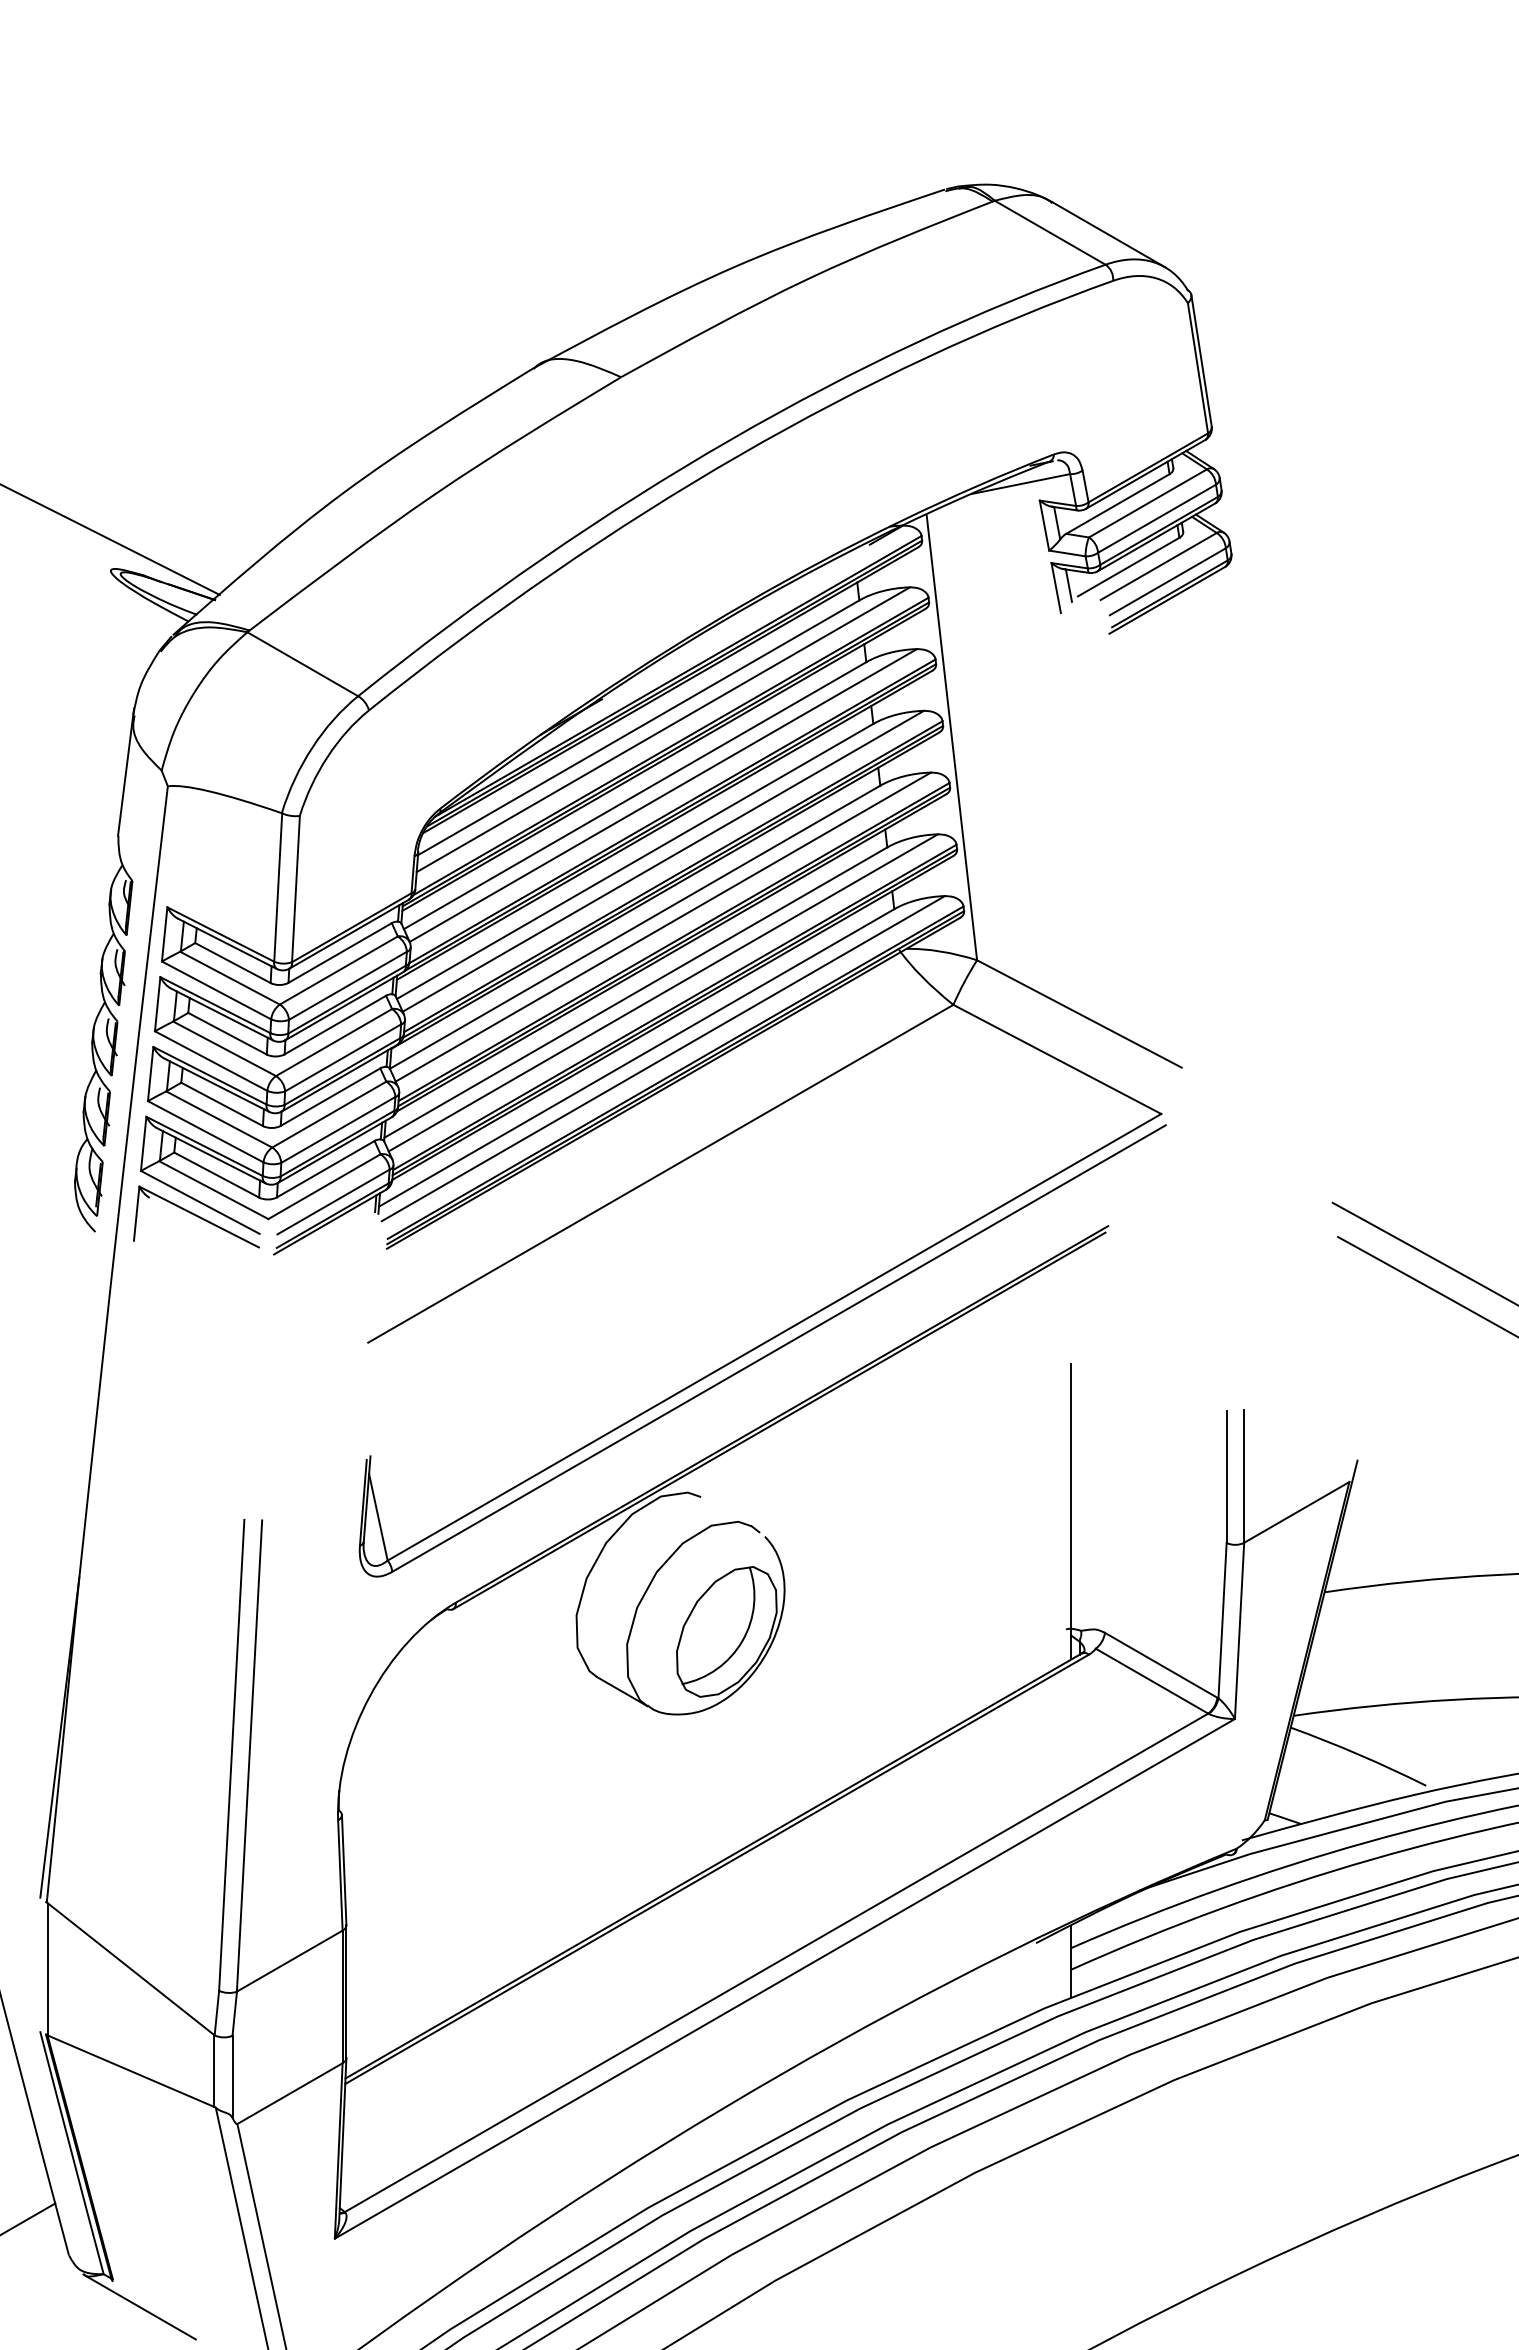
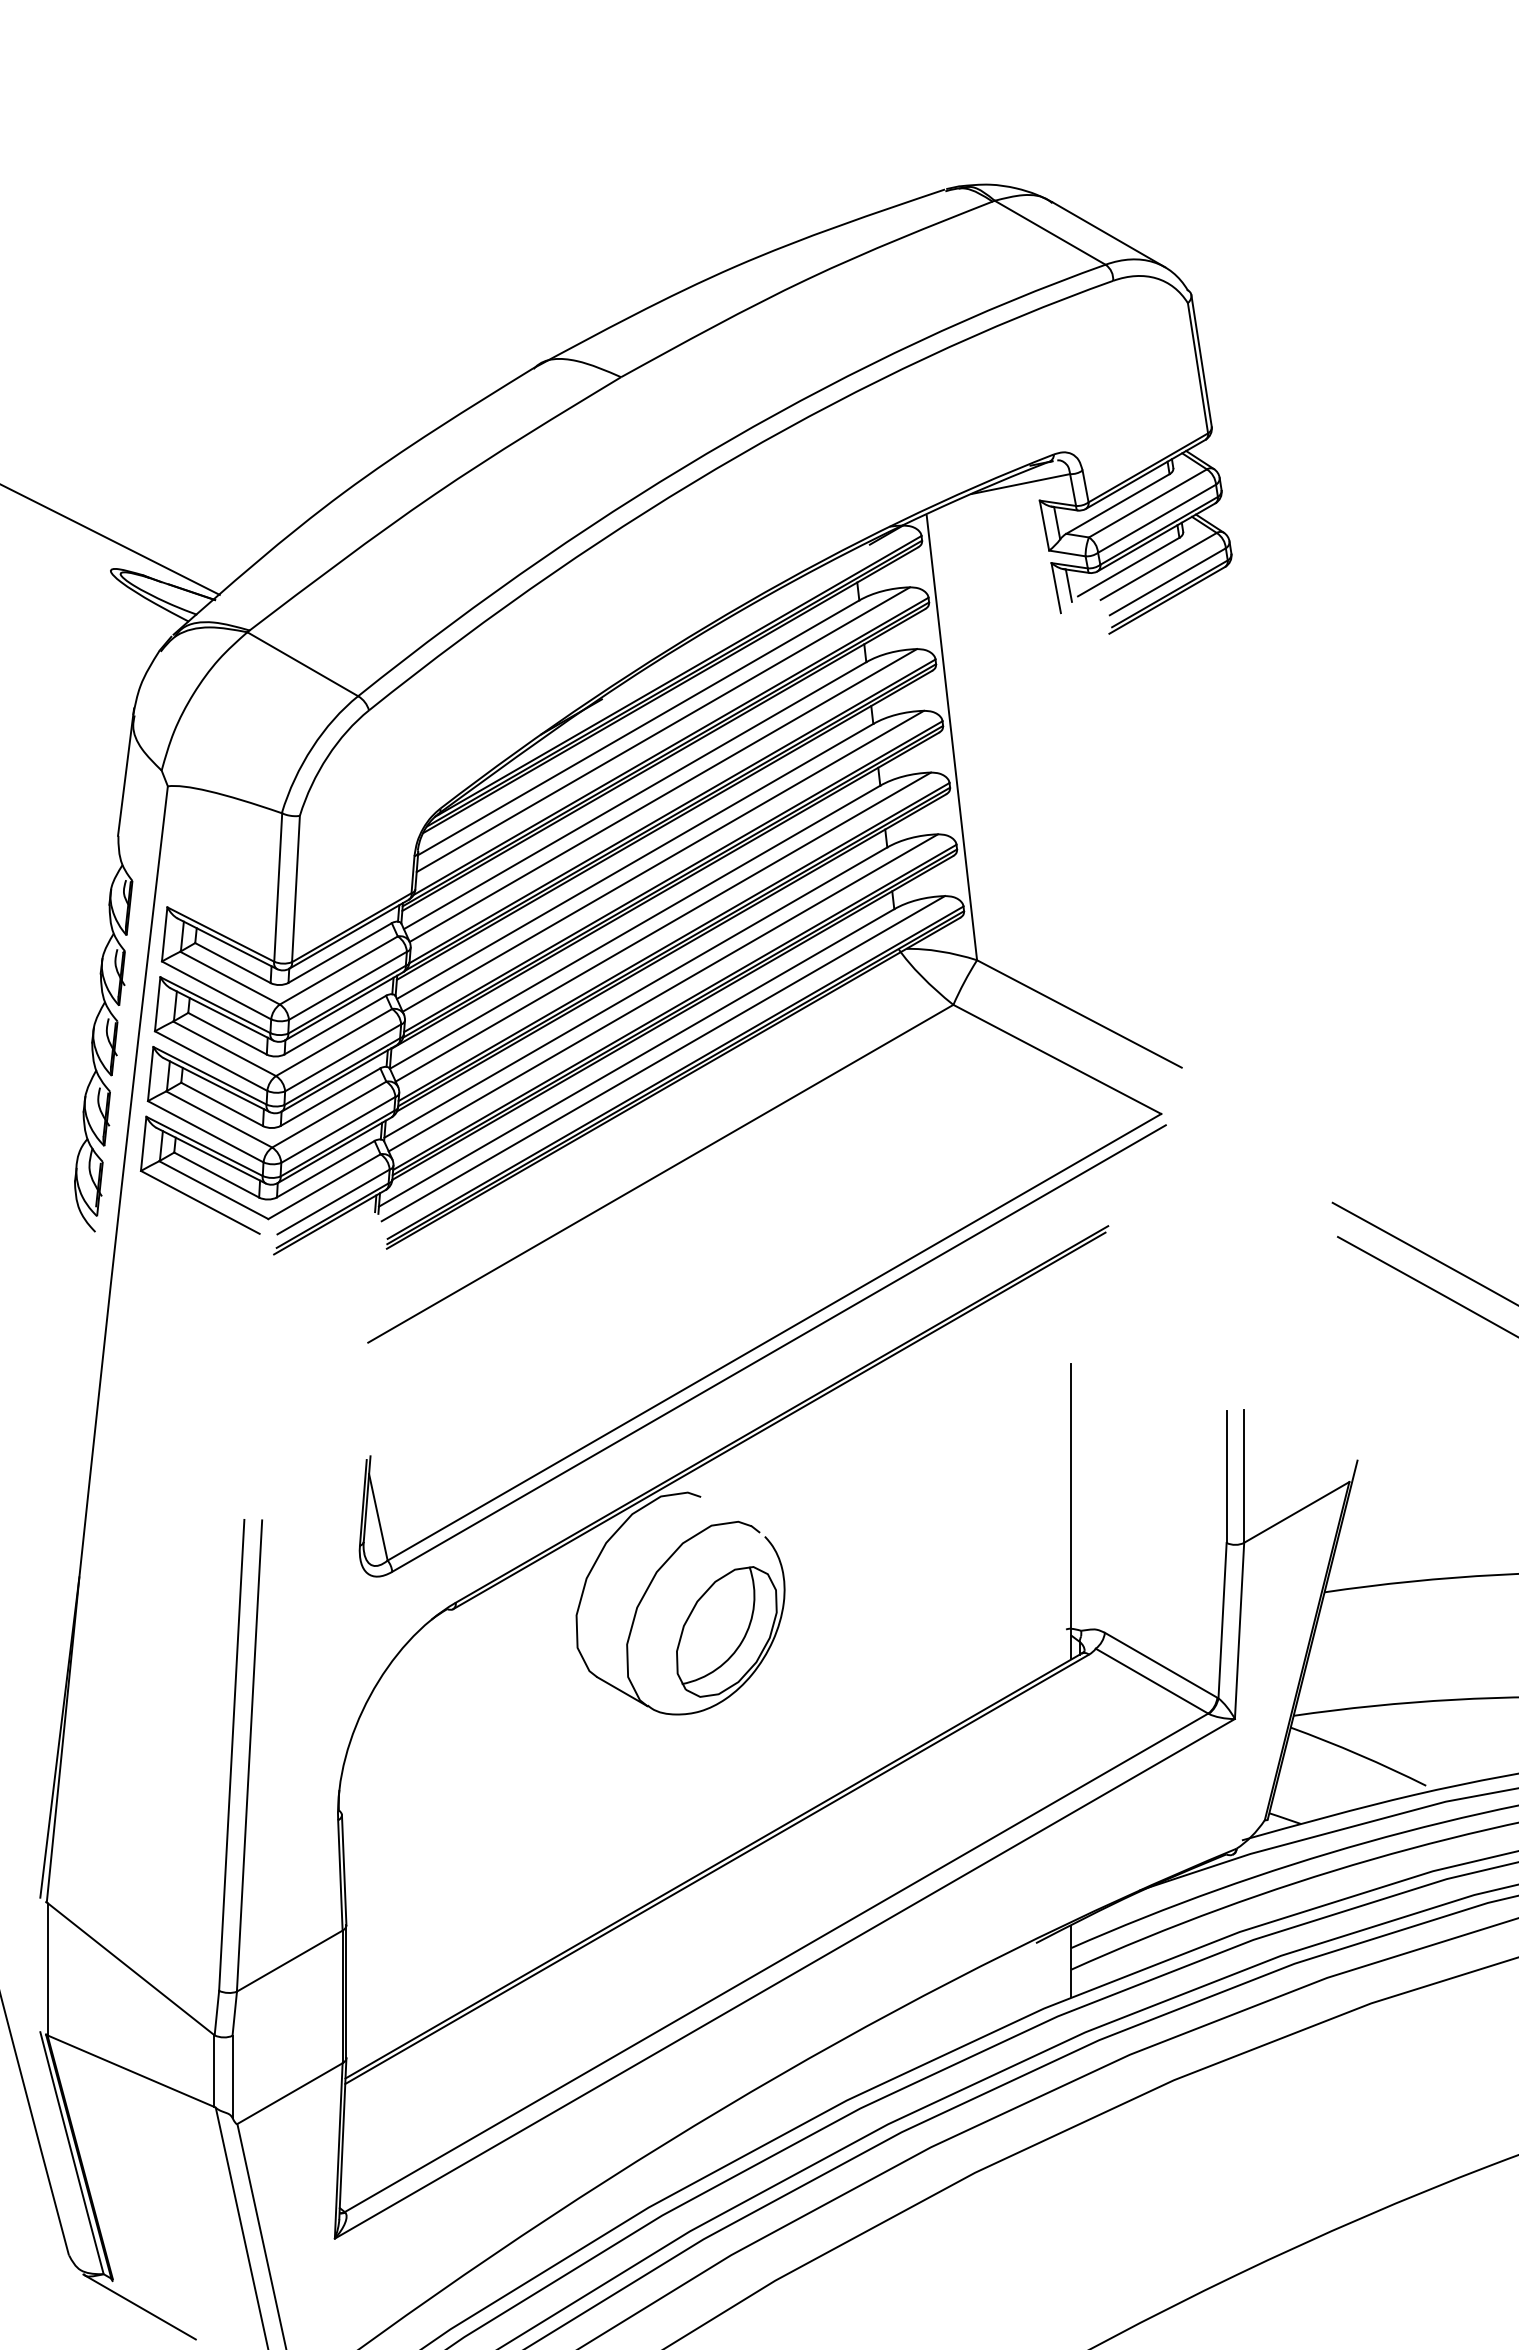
part at (196, 1216): present -> none
line at (28, 2218): present -> none
